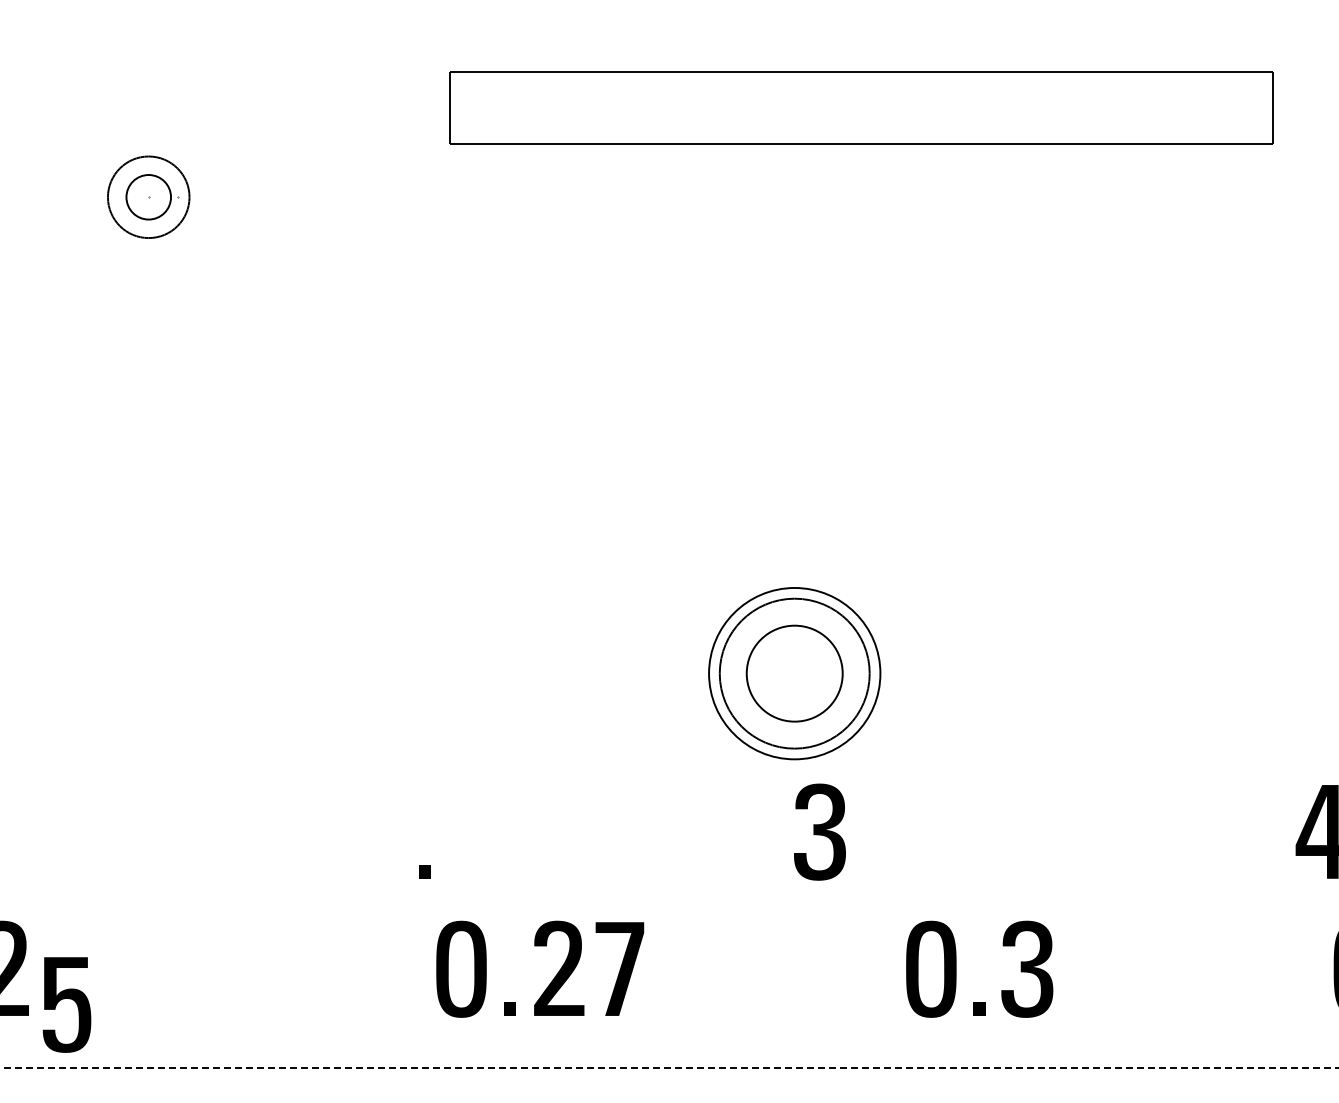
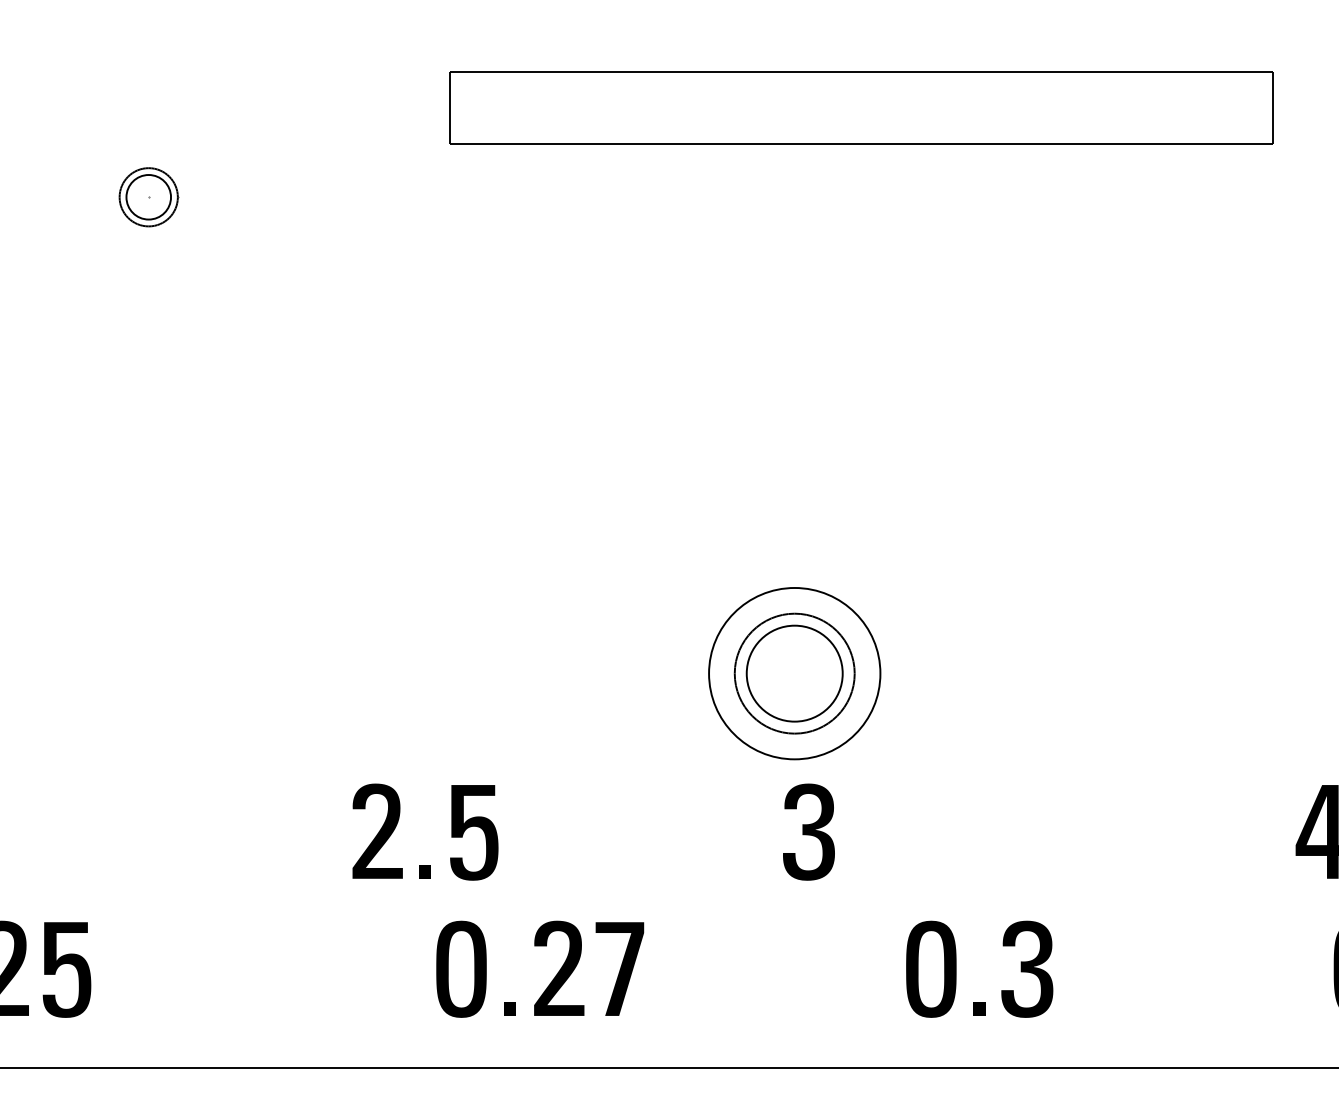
circle at (148, 197) diameter: 82 px -> 58 px
circle at (794, 673) diameter: 150 px -> 120 px
fill at (377, 830): none -> present
part at (819, 831) position: (819, 831) -> (808, 831)
fill at (474, 832): none -> present
part at (66, 1004) position: (66, 1004) -> (66, 969)
line at (669, 1067): dashed -> solid
